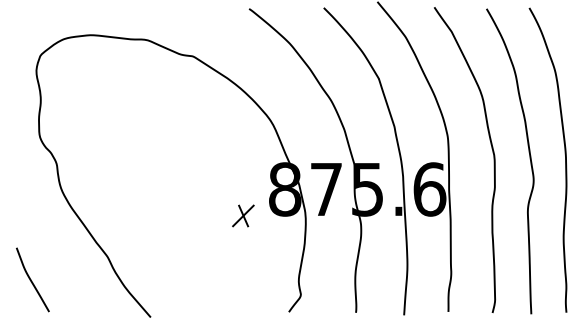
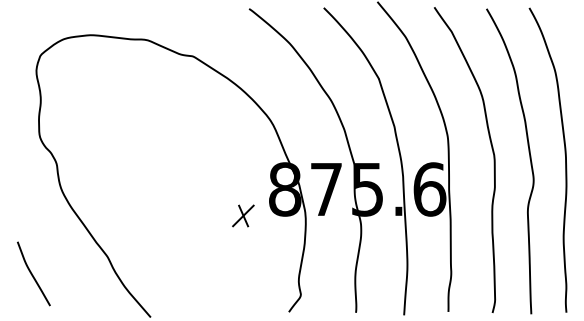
curve at (31, 279) position: (31, 279) -> (32, 273)
